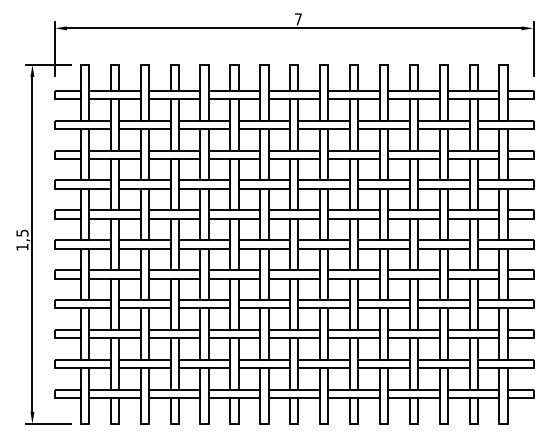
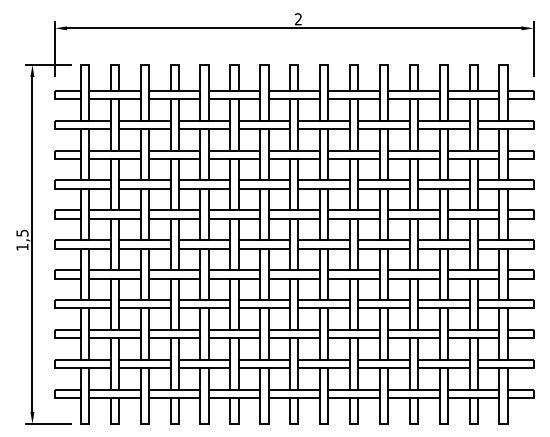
text at (297, 19): 7 -> 2
